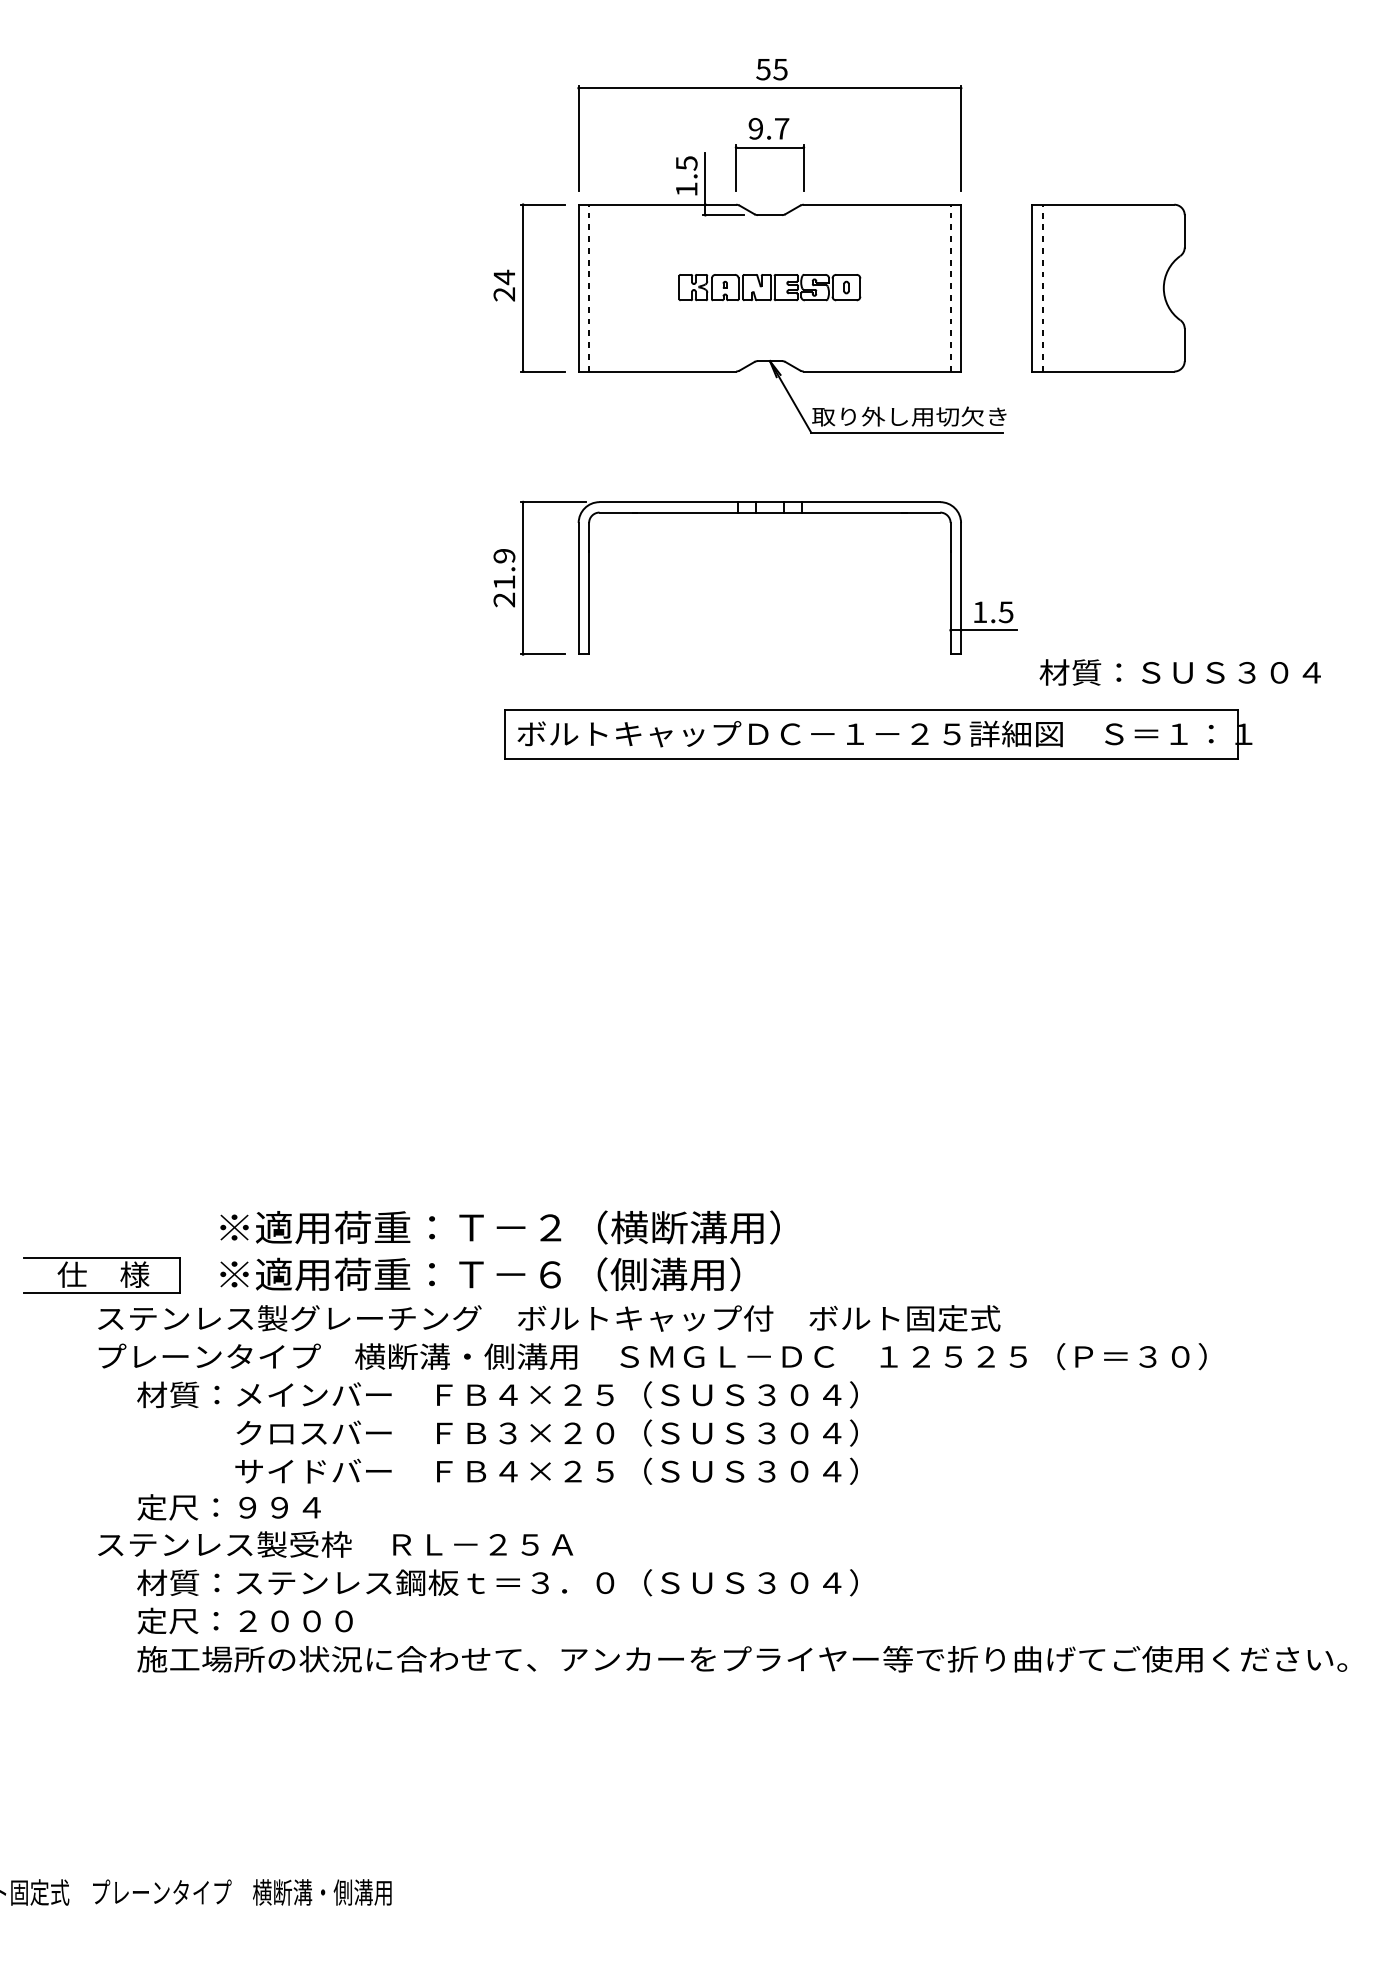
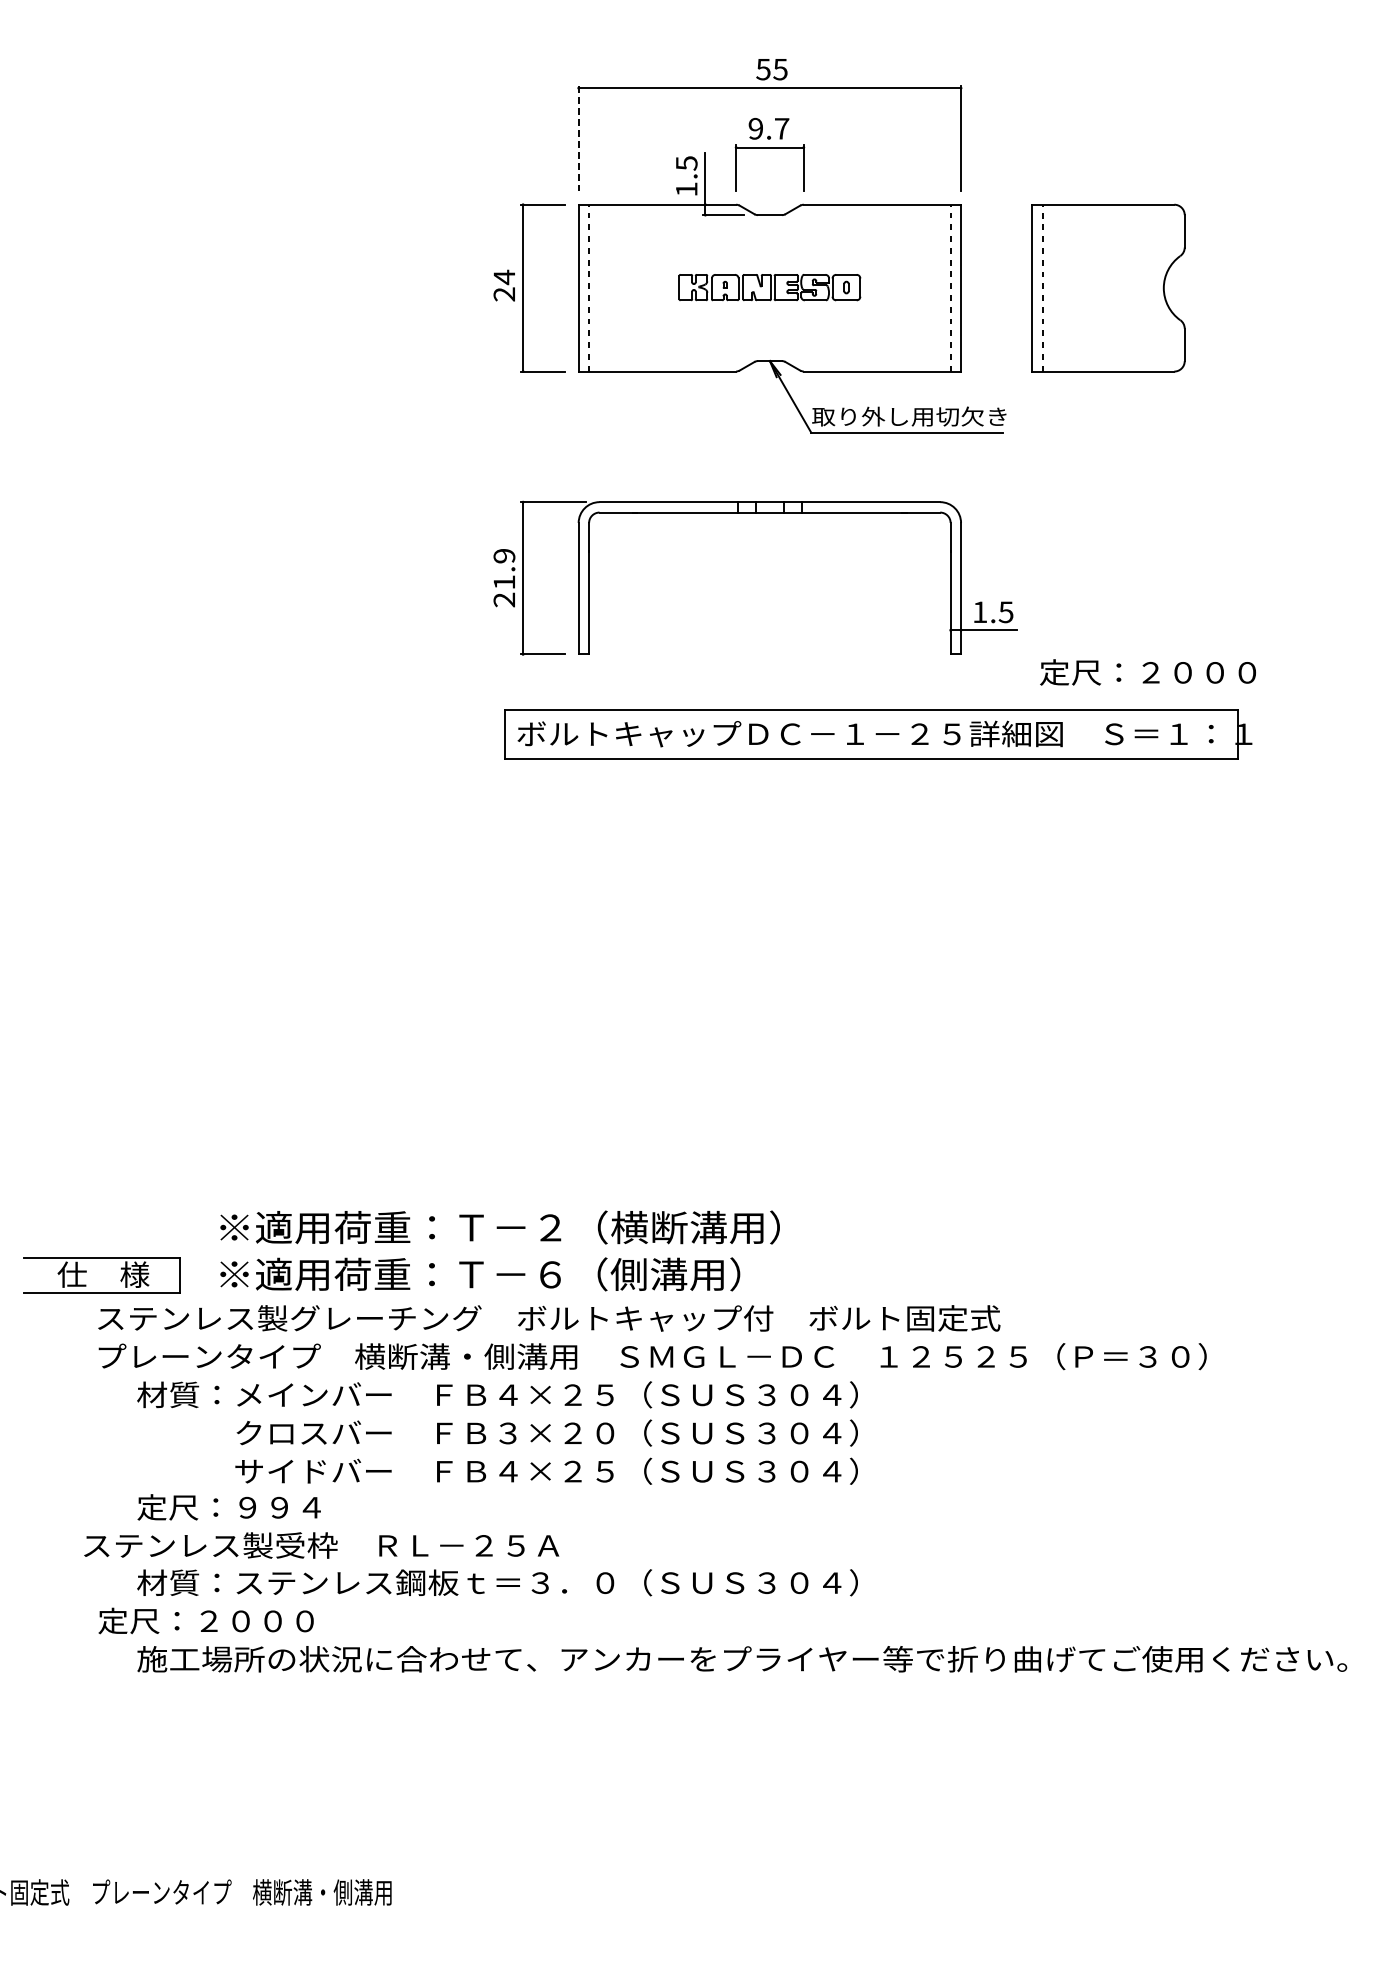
line at (578, 138): solid -> dashed
text at (1179, 672): 材質：ＳＵＳ３０４ -> 定尺：２０００
text at (335, 1544) position: (335, 1544) -> (321, 1545)
text at (244, 1620) position: (244, 1620) -> (205, 1620)
